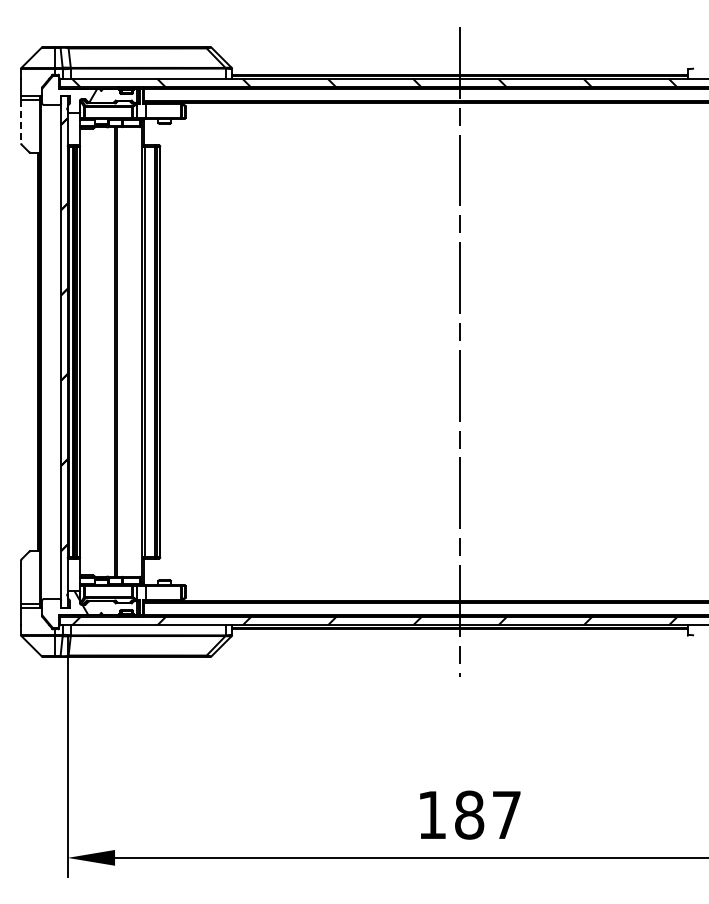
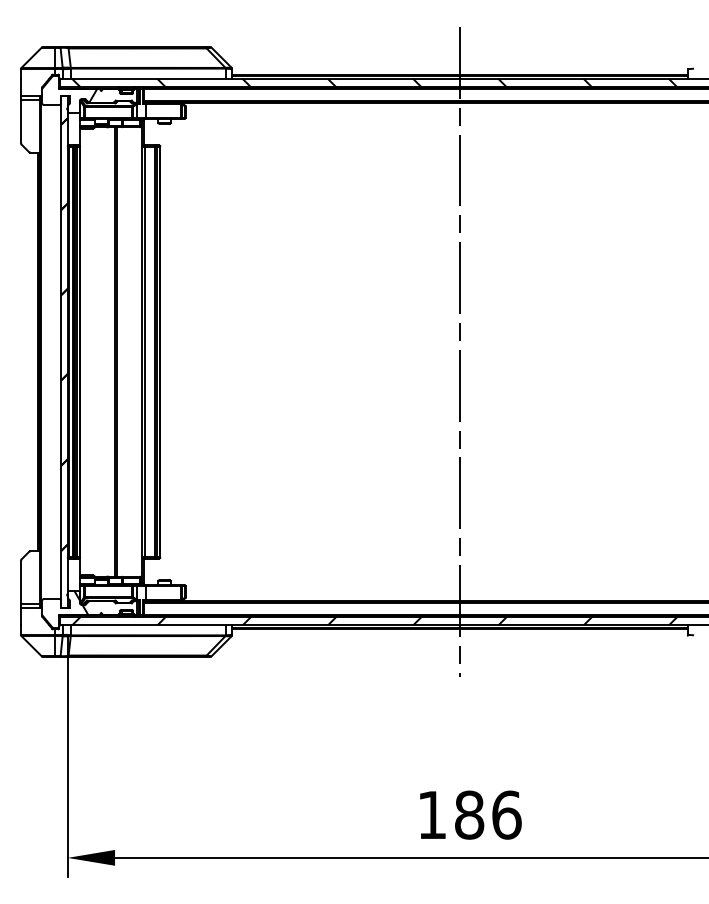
line at (21, 121): dashed -> solid
text at (506, 814): 187 -> 186
